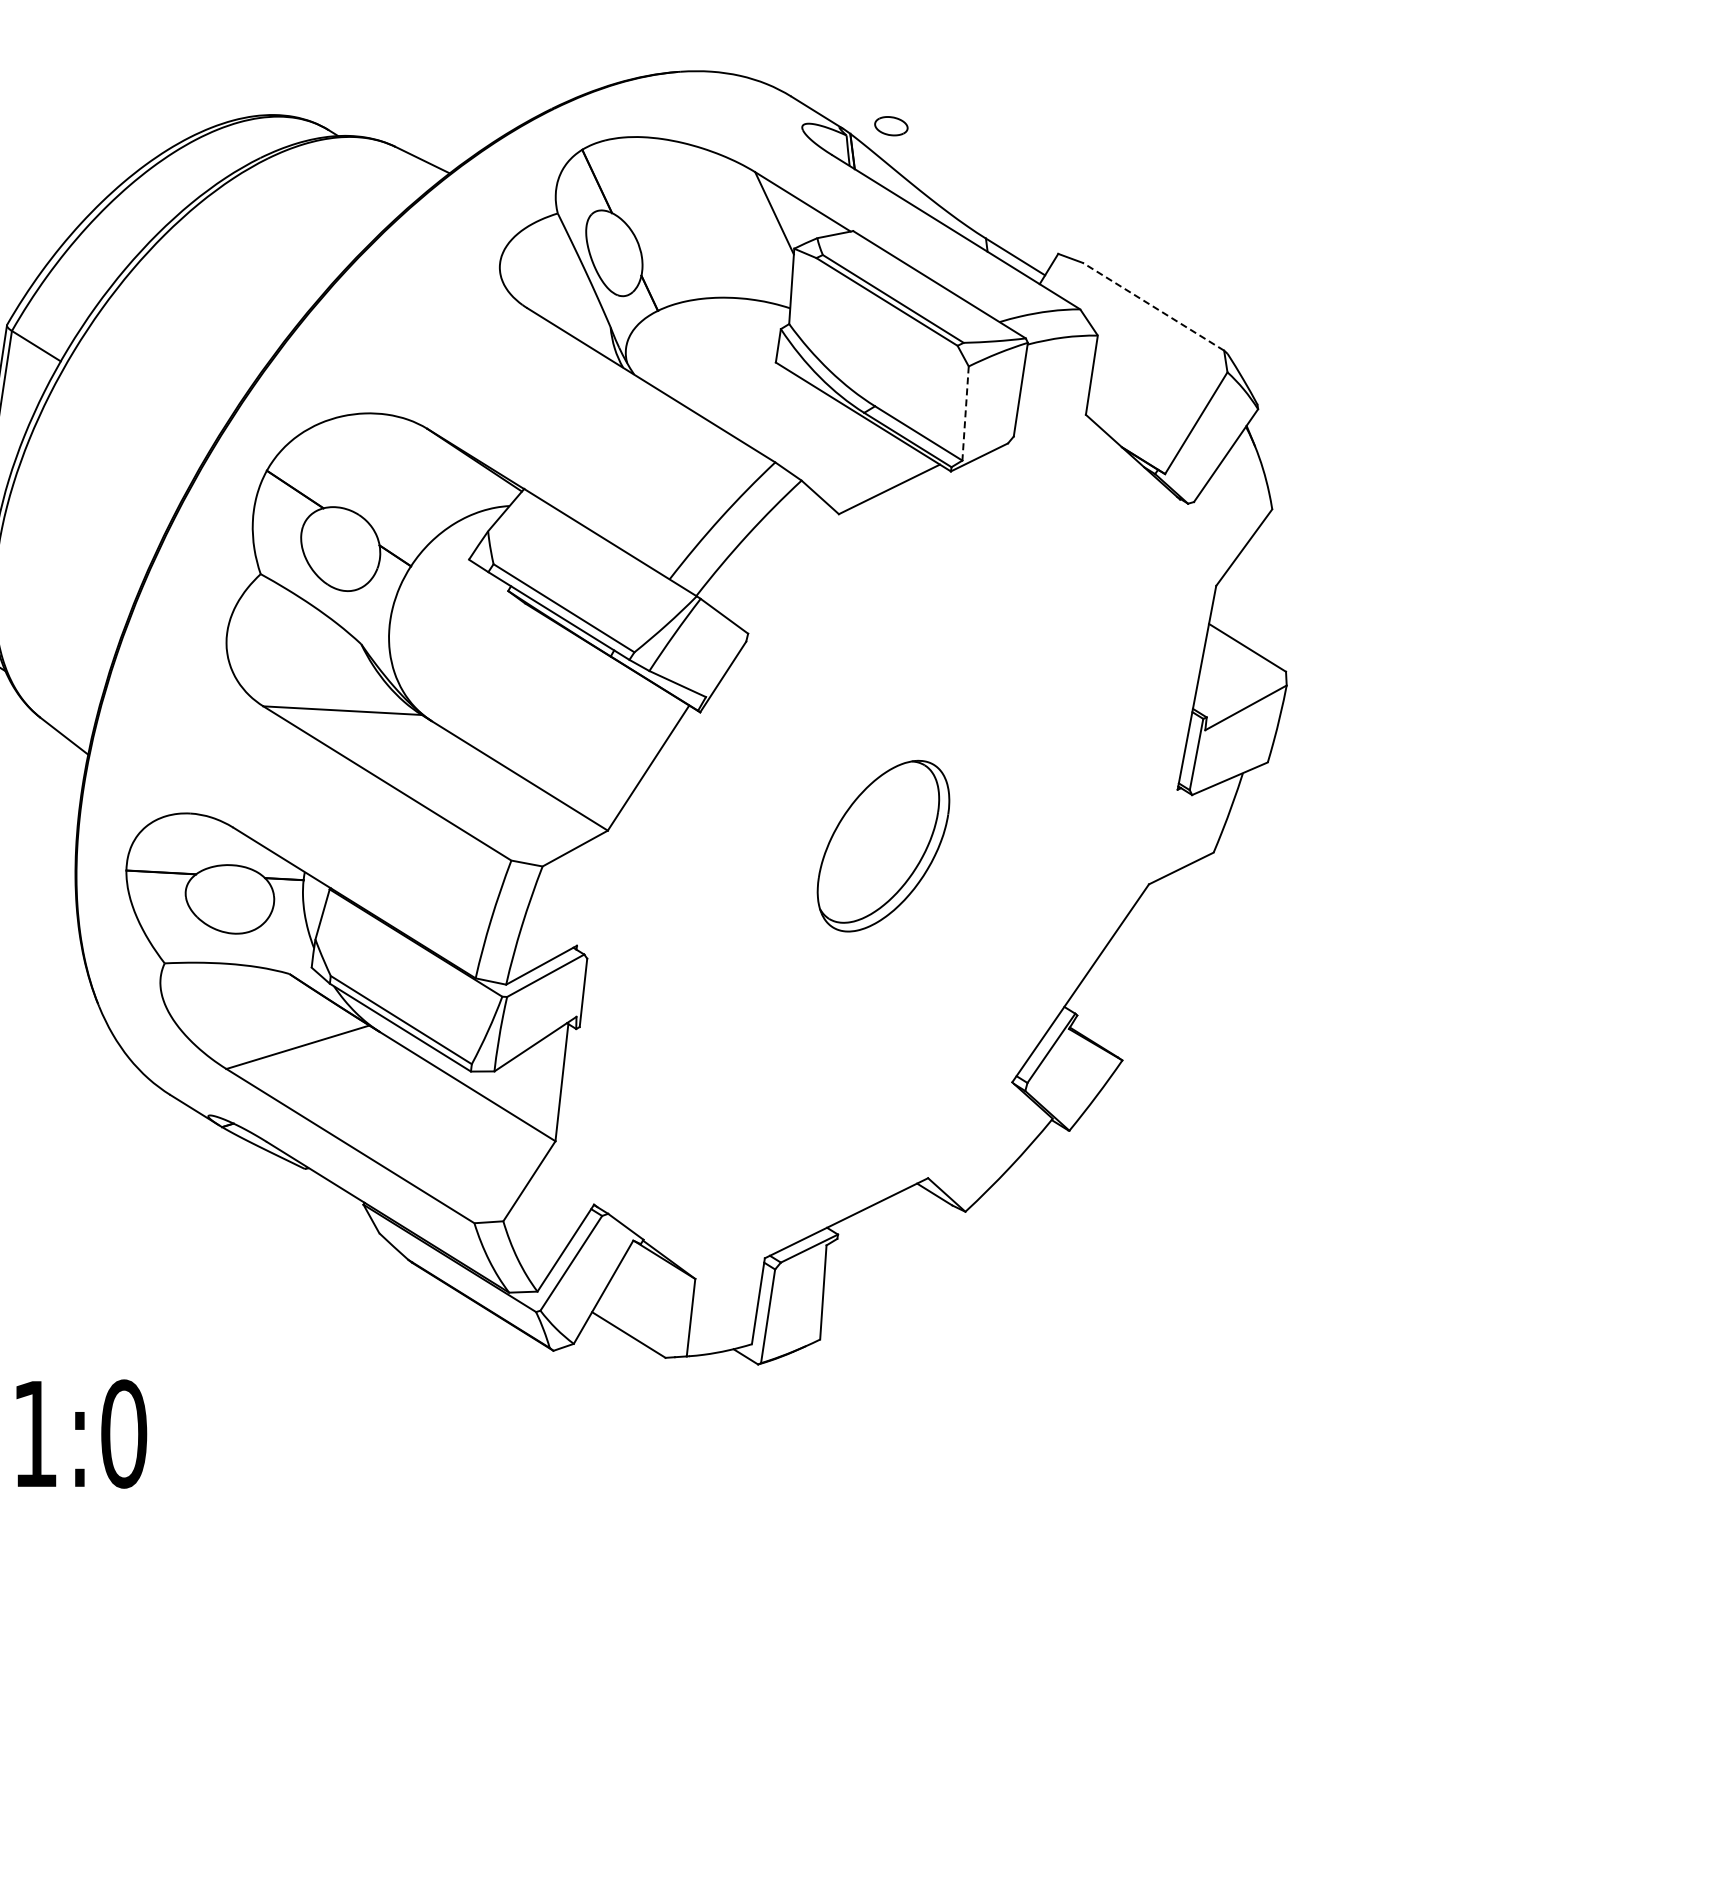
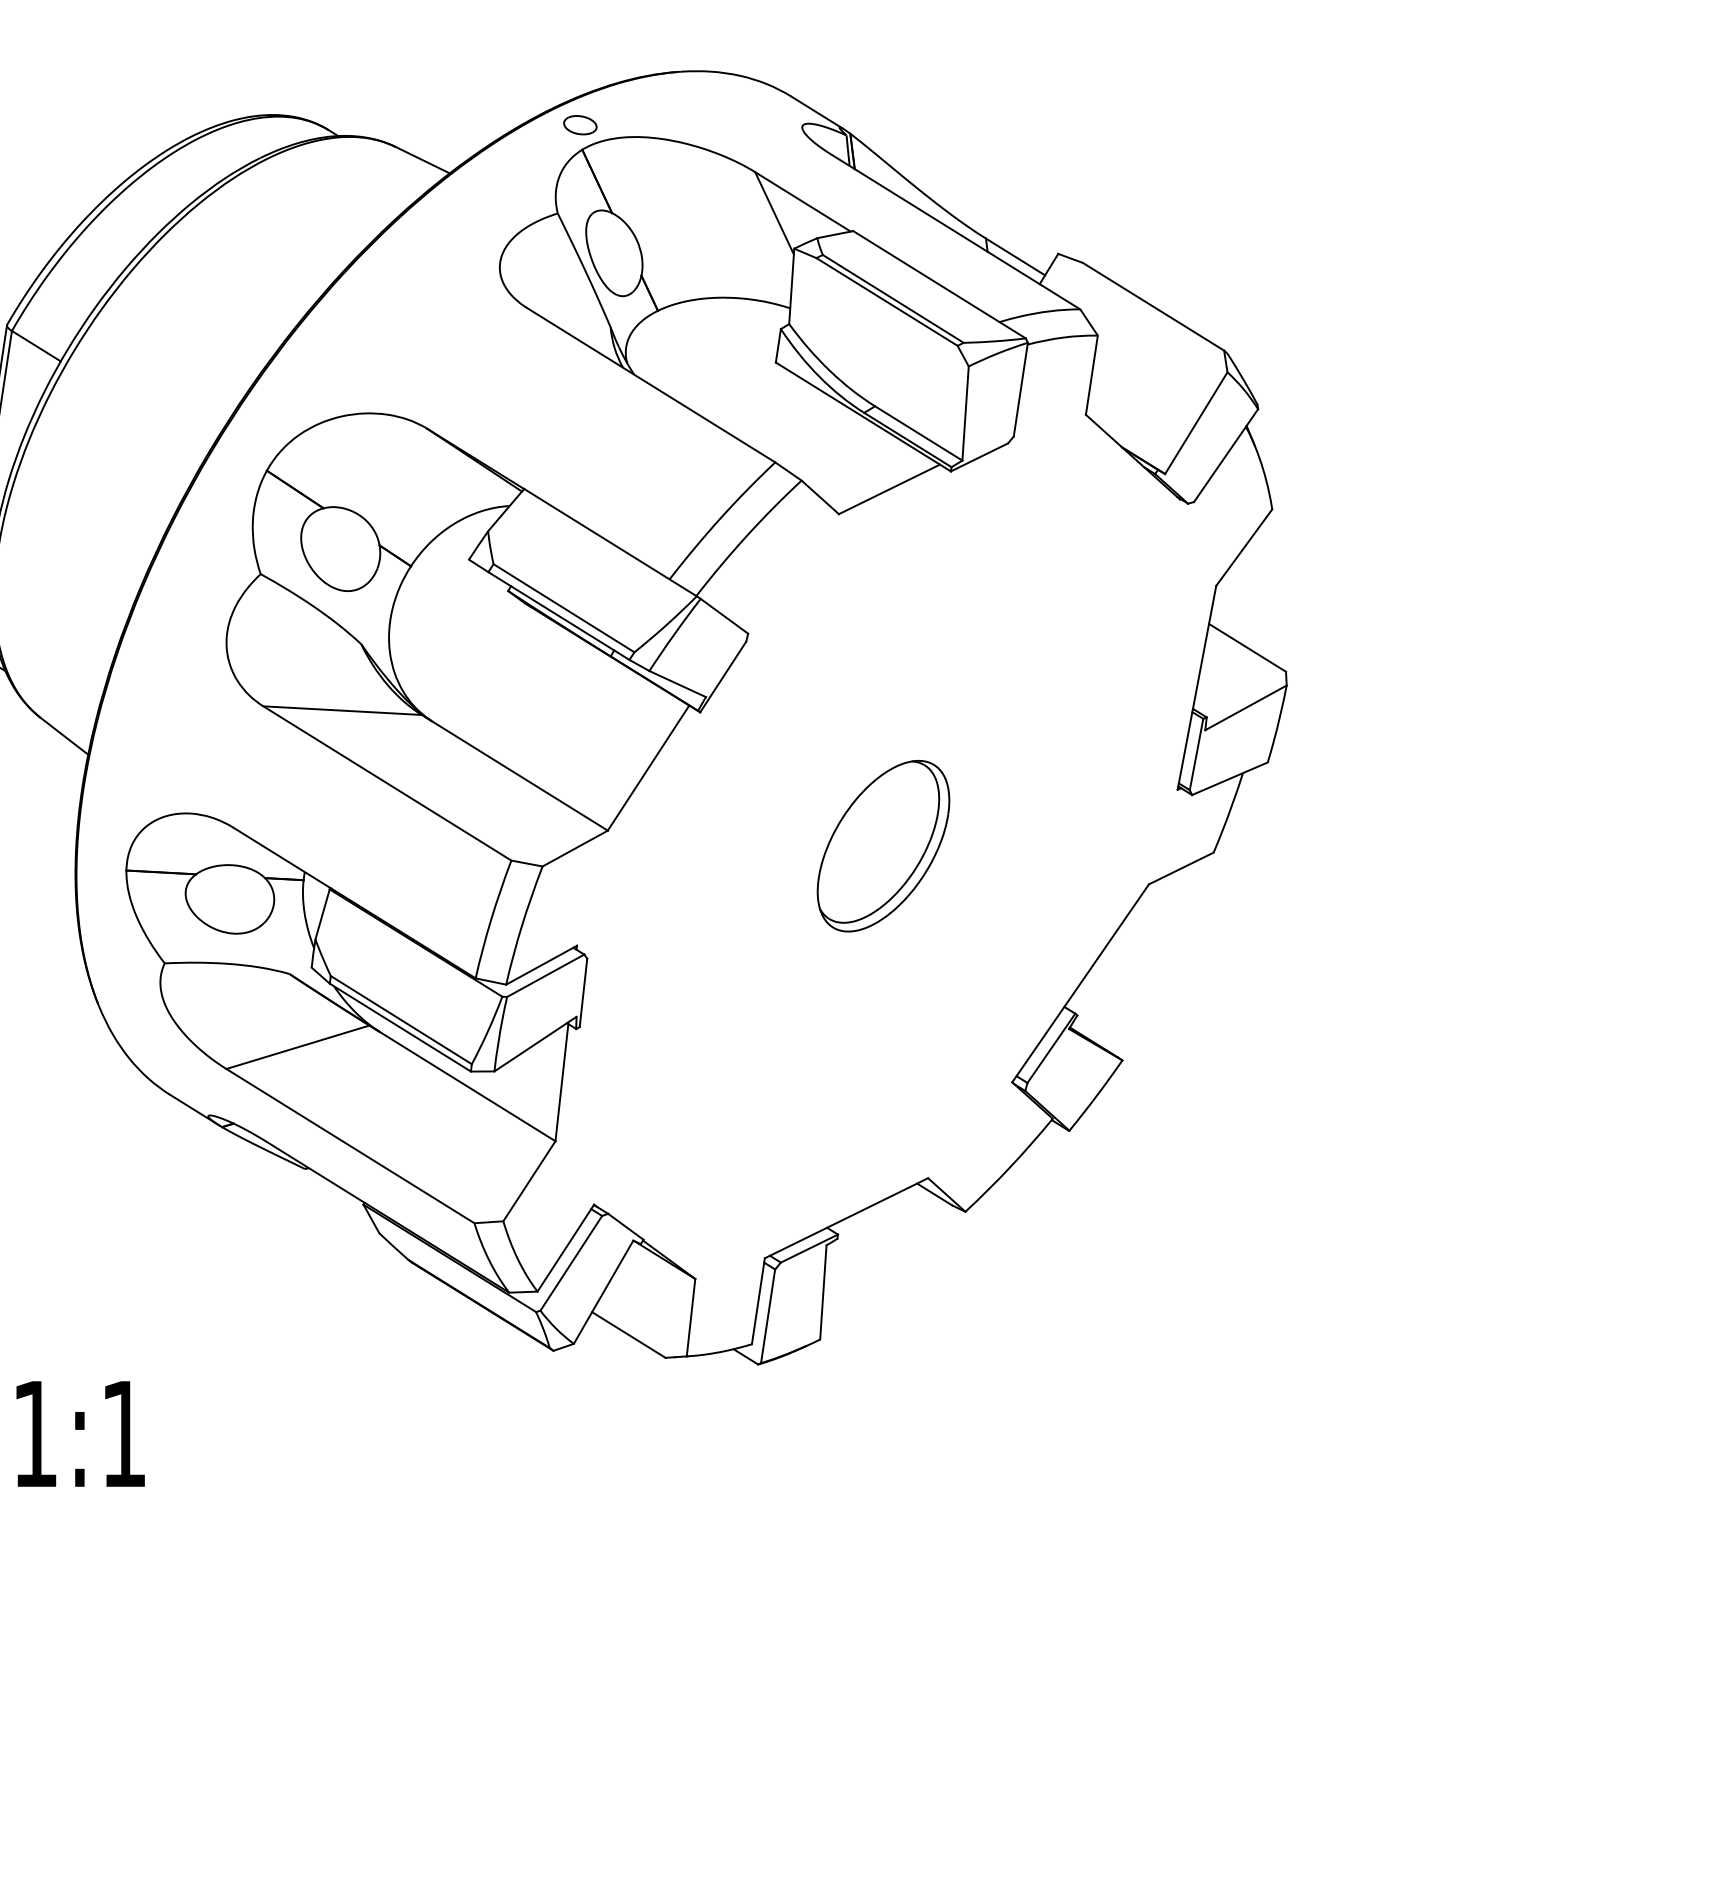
part at (891, 126) position: (891, 126) -> (580, 125)
line at (1153, 306): dashed -> solid
line at (965, 414): dashed -> solid
text at (124, 1433): 1:0 -> 1:1
